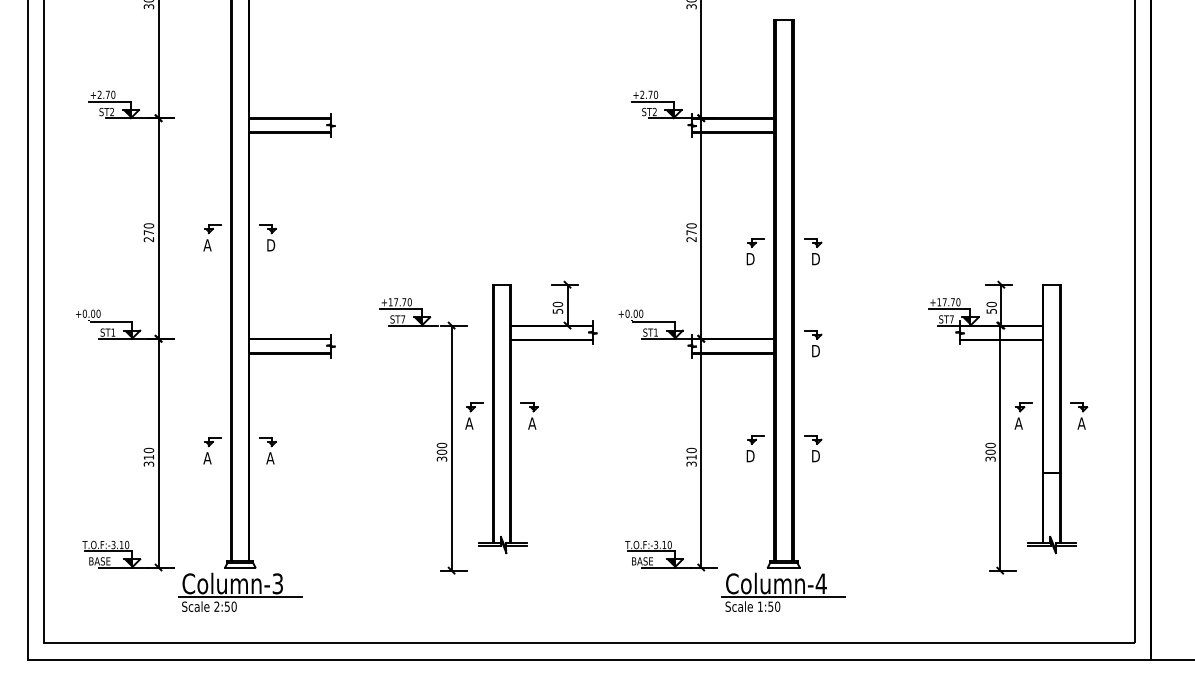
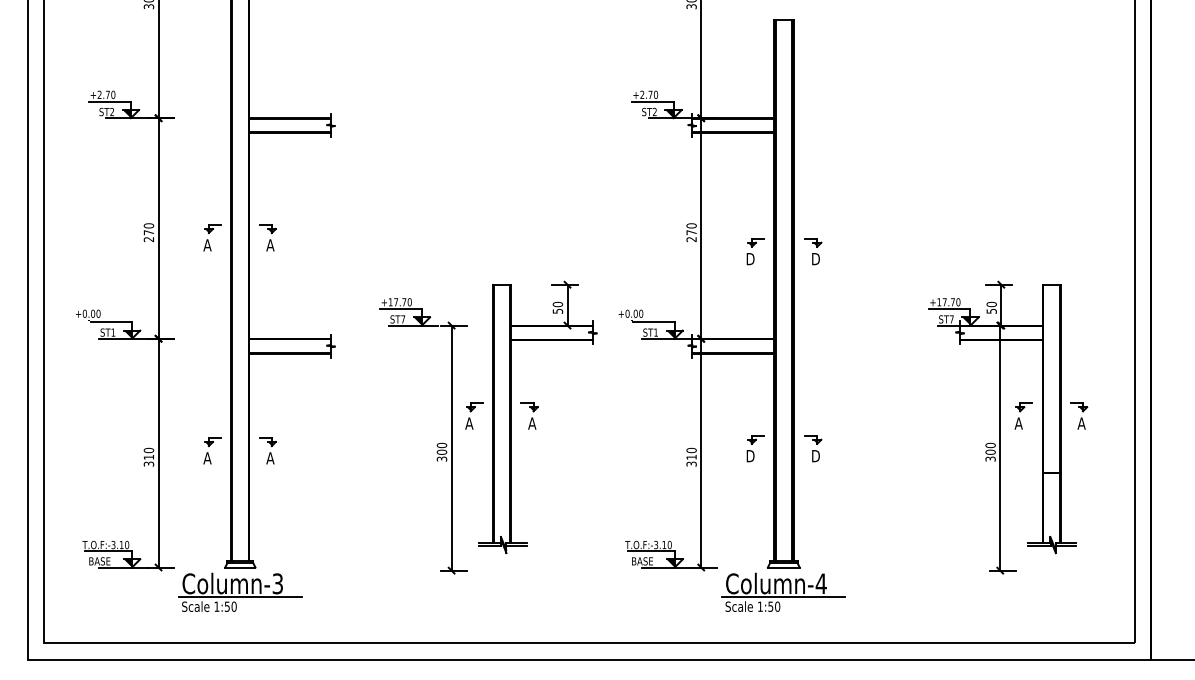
text at (270, 245): D -> A
part at (813, 343): present -> none
text at (216, 606): 2:50 -> 1:50
